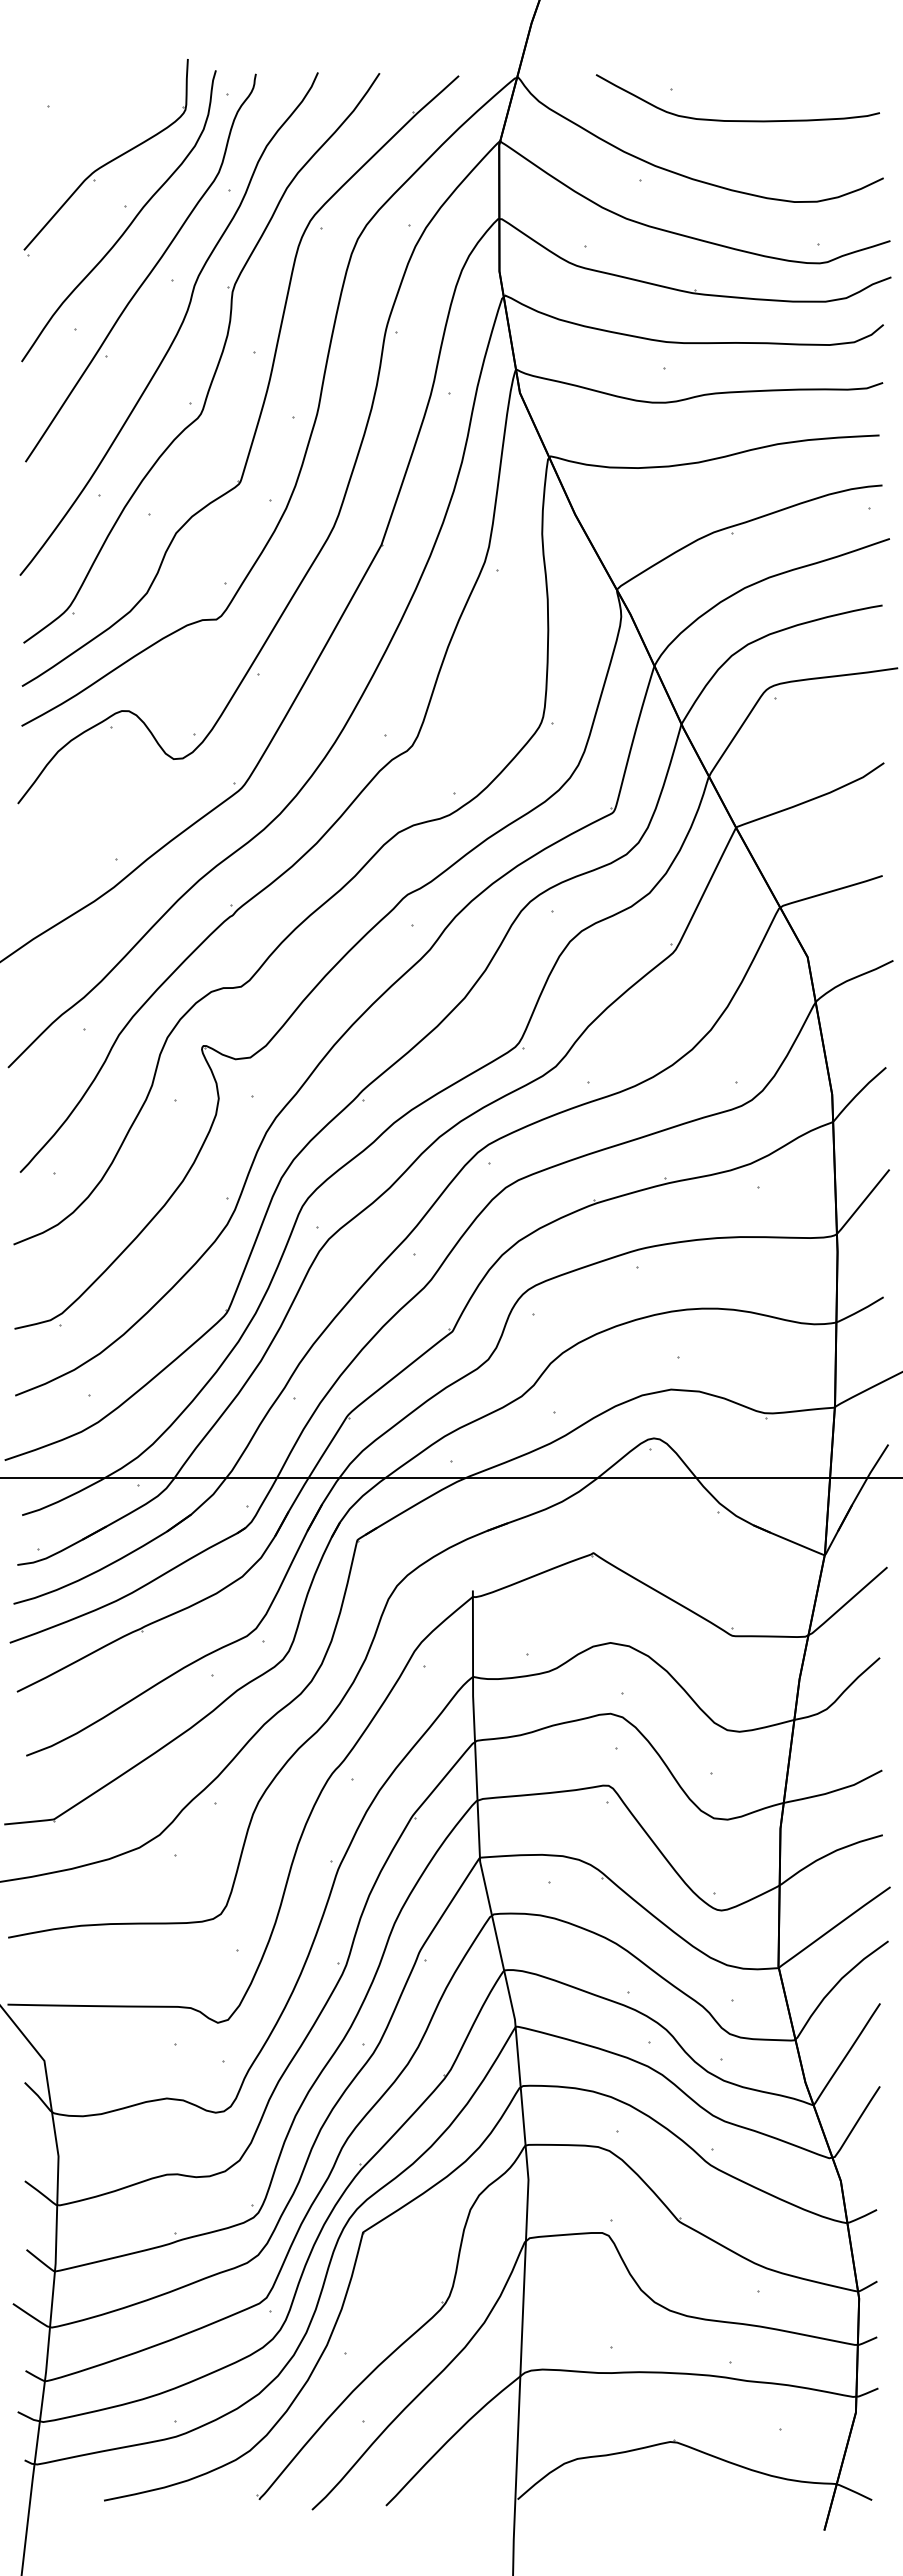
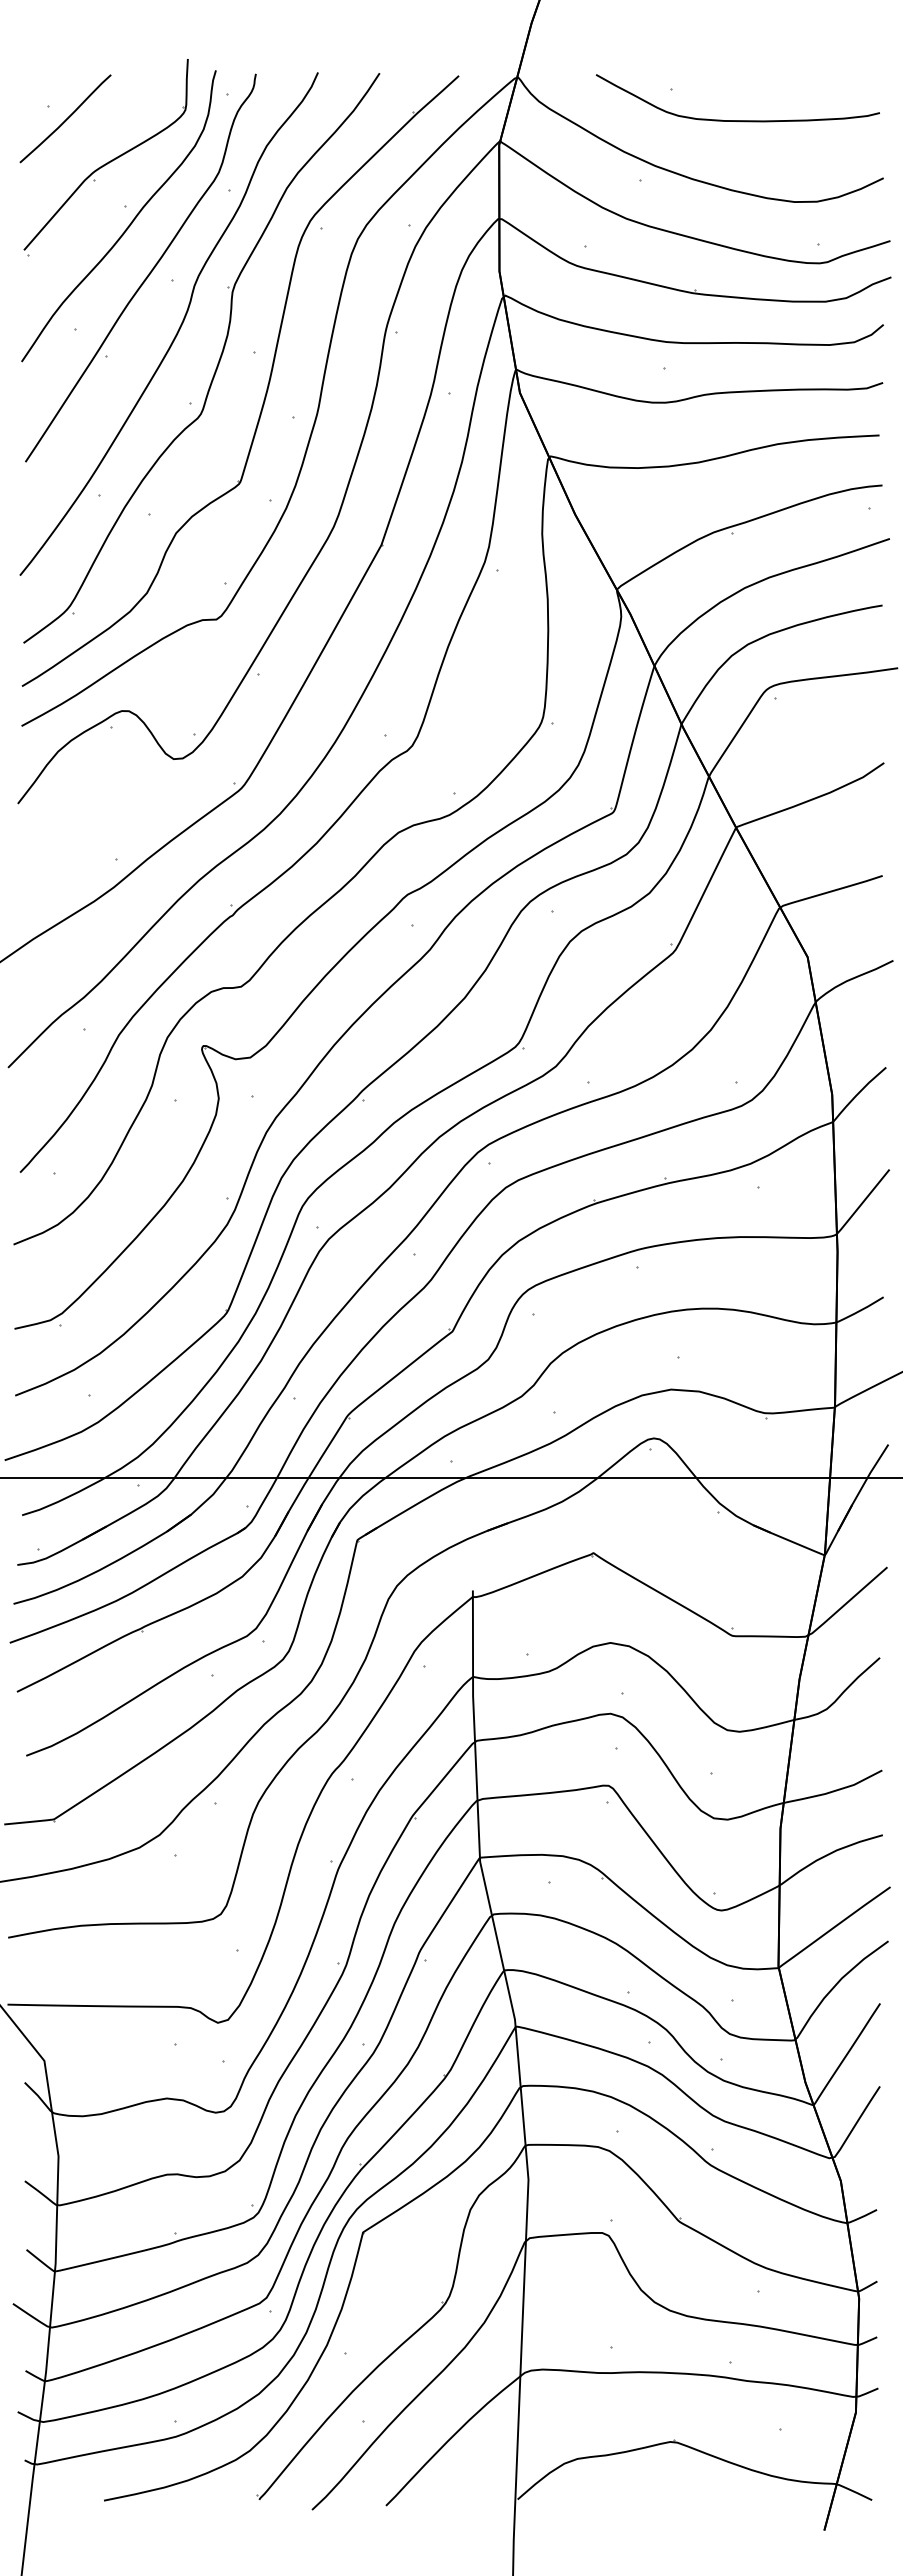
curve at (66, 118): none -> present
